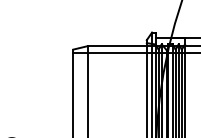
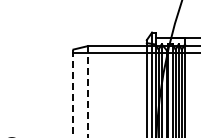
line at (88, 92): solid -> dashed
line at (73, 93): solid -> dashed
